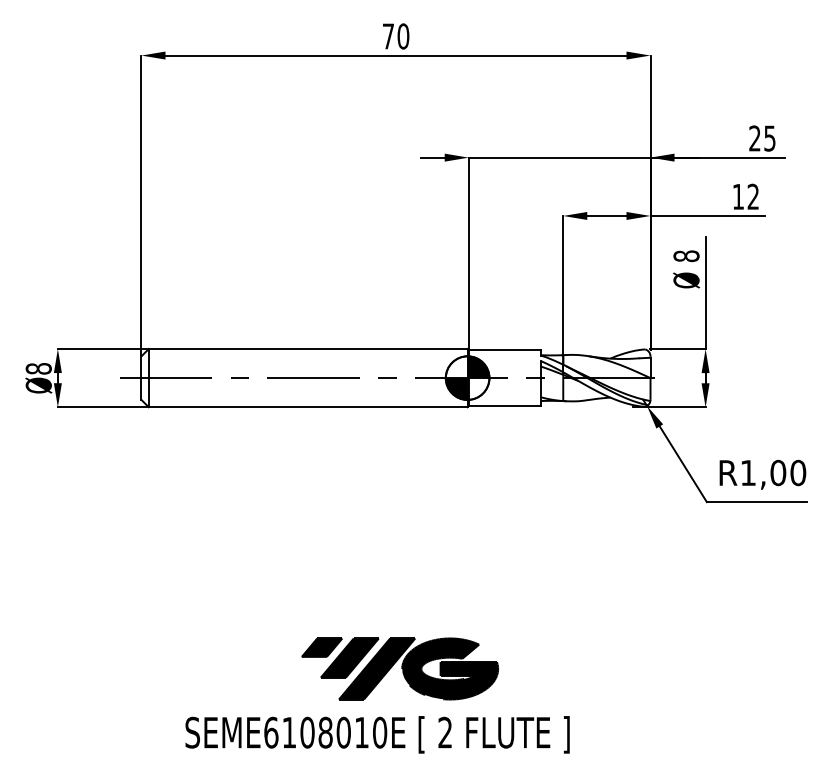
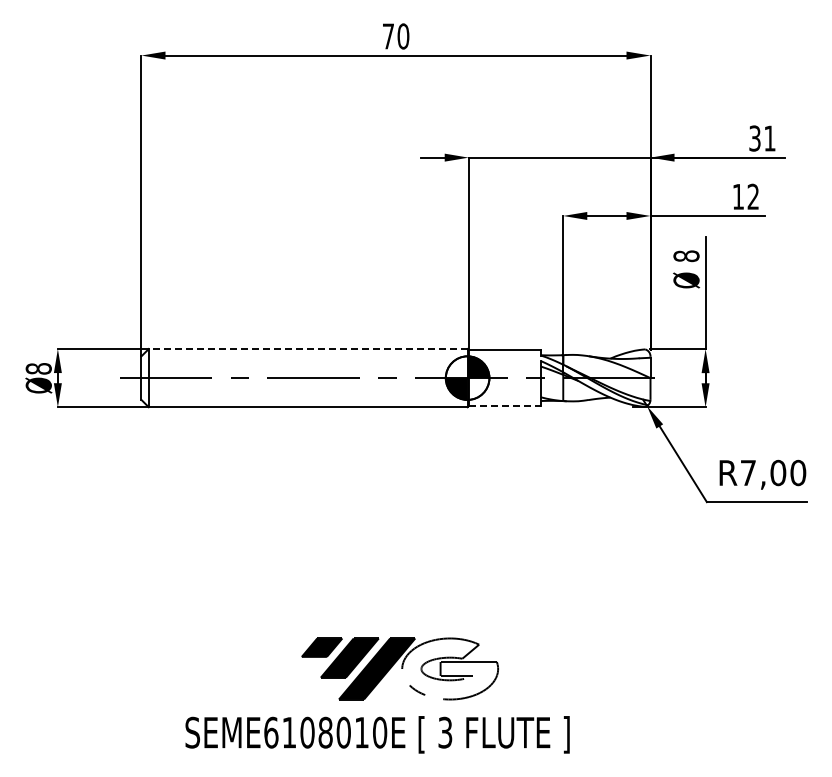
text at (762, 138): 25 -> 31
line at (307, 349): solid -> dashed
line at (505, 406): solid -> dashed
text at (748, 472): R1,00 -> R7,00
fill at (450, 668): present -> none
text at (445, 732): 2 -> 3
